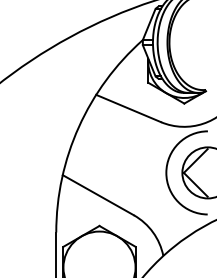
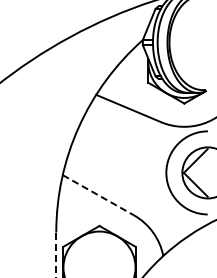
line at (98, 195): solid -> dashed
line at (56, 255): solid -> dashed
